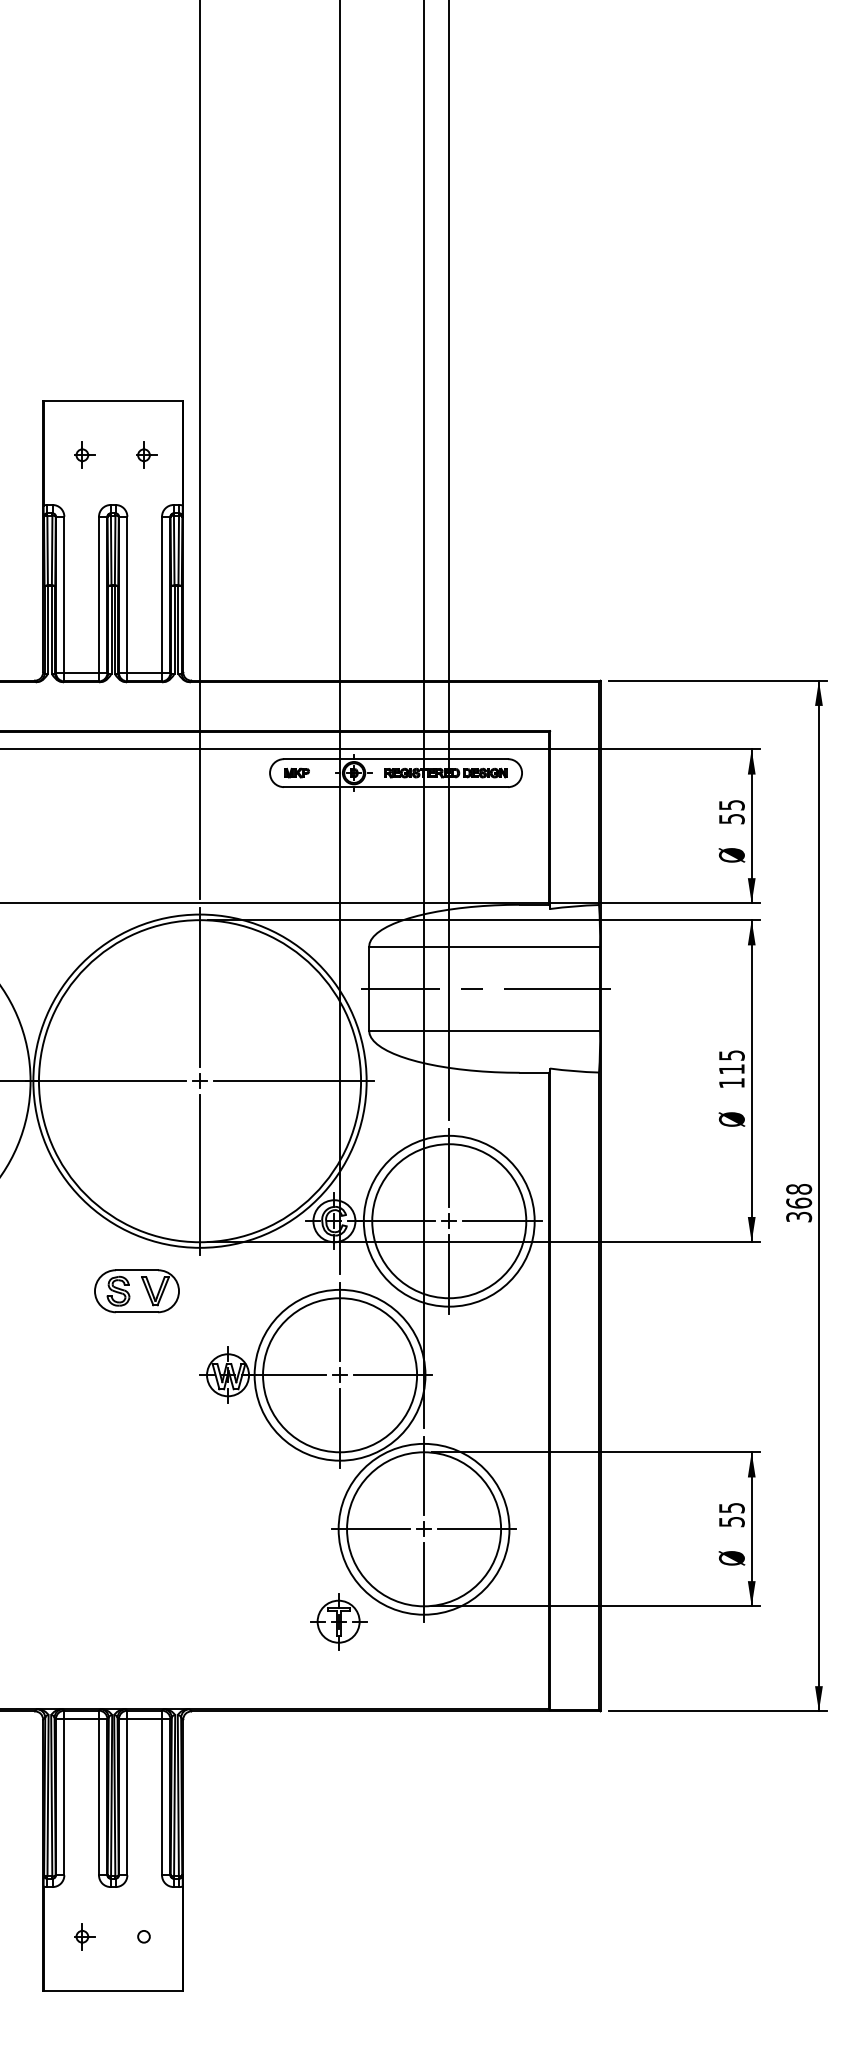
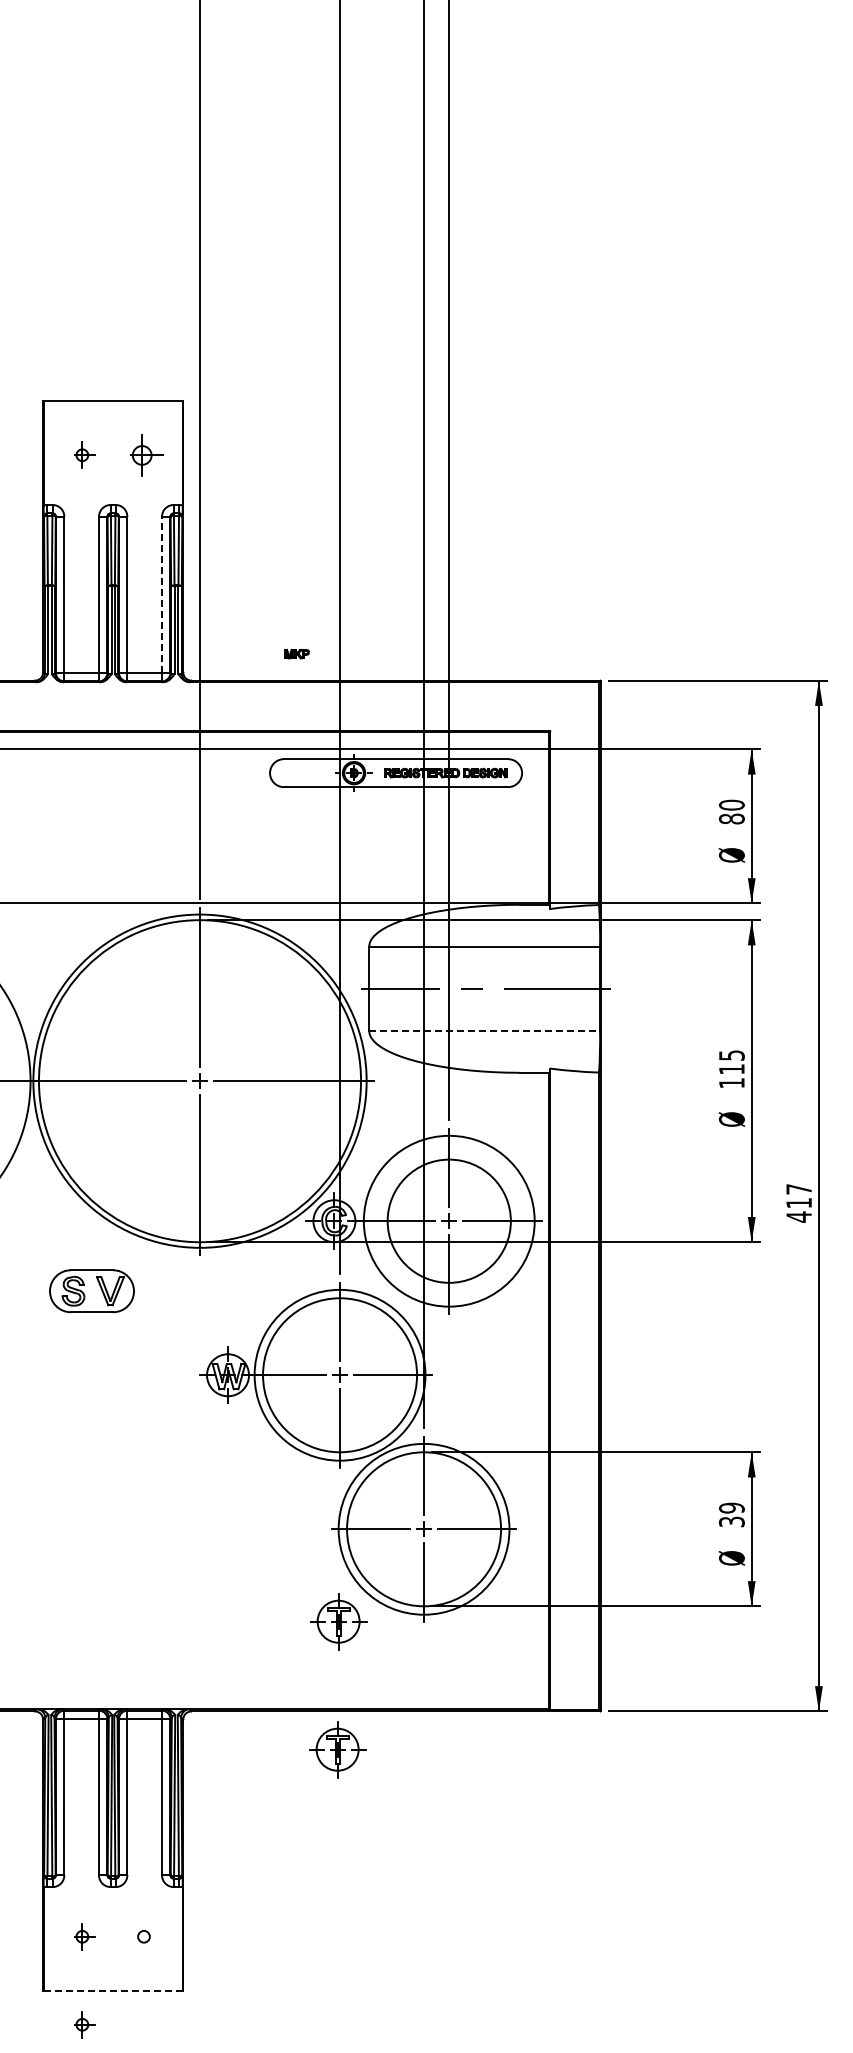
part at (146, 454) size: 22x28 px -> 34x43 px
line at (162, 594): solid -> dashed
part at (296, 772) position: (296, 772) -> (296, 653)
text at (731, 811): 55 -> 80
line at (485, 1030): solid -> dashed
text at (799, 1203): 368 -> 417
circle at (449, 1221) diameter: 154 px -> 123 px
part at (136, 1291) position: (136, 1291) -> (91, 1291)
text at (731, 1514): 55 -> 39
part at (337, 1749): none -> present
line at (113, 1991): solid -> dashed
part at (84, 2024): none -> present
